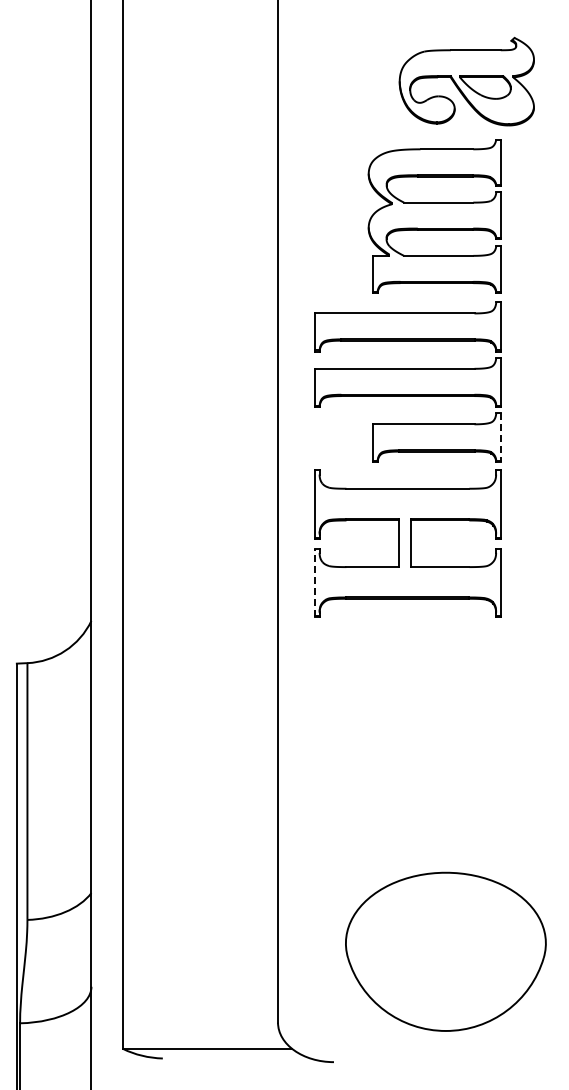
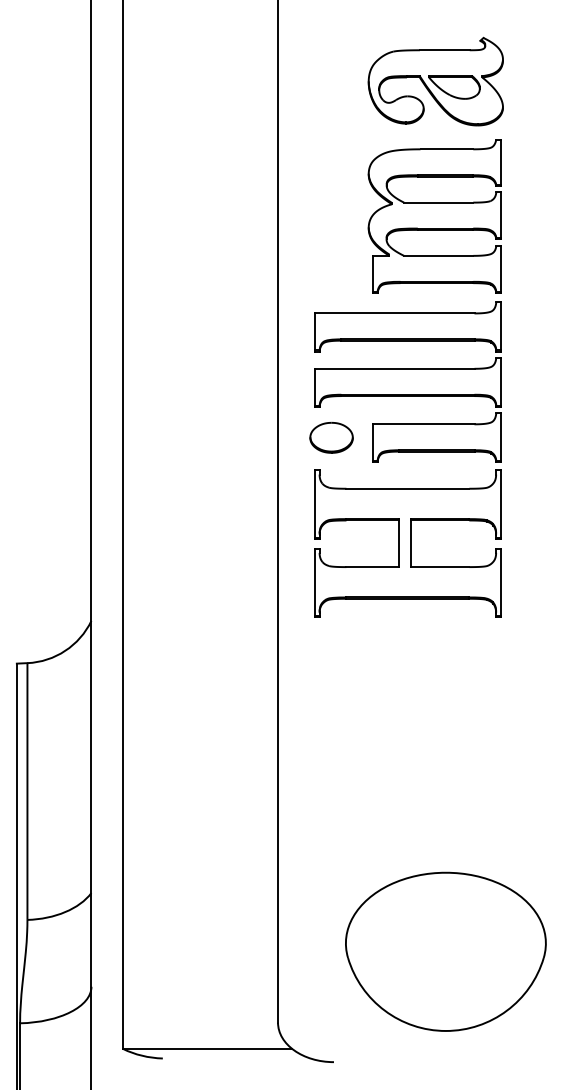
part at (466, 81) position: (466, 81) -> (435, 81)
part at (331, 437): none -> present
line at (501, 437): dashed -> solid
line at (314, 582): dashed -> solid
